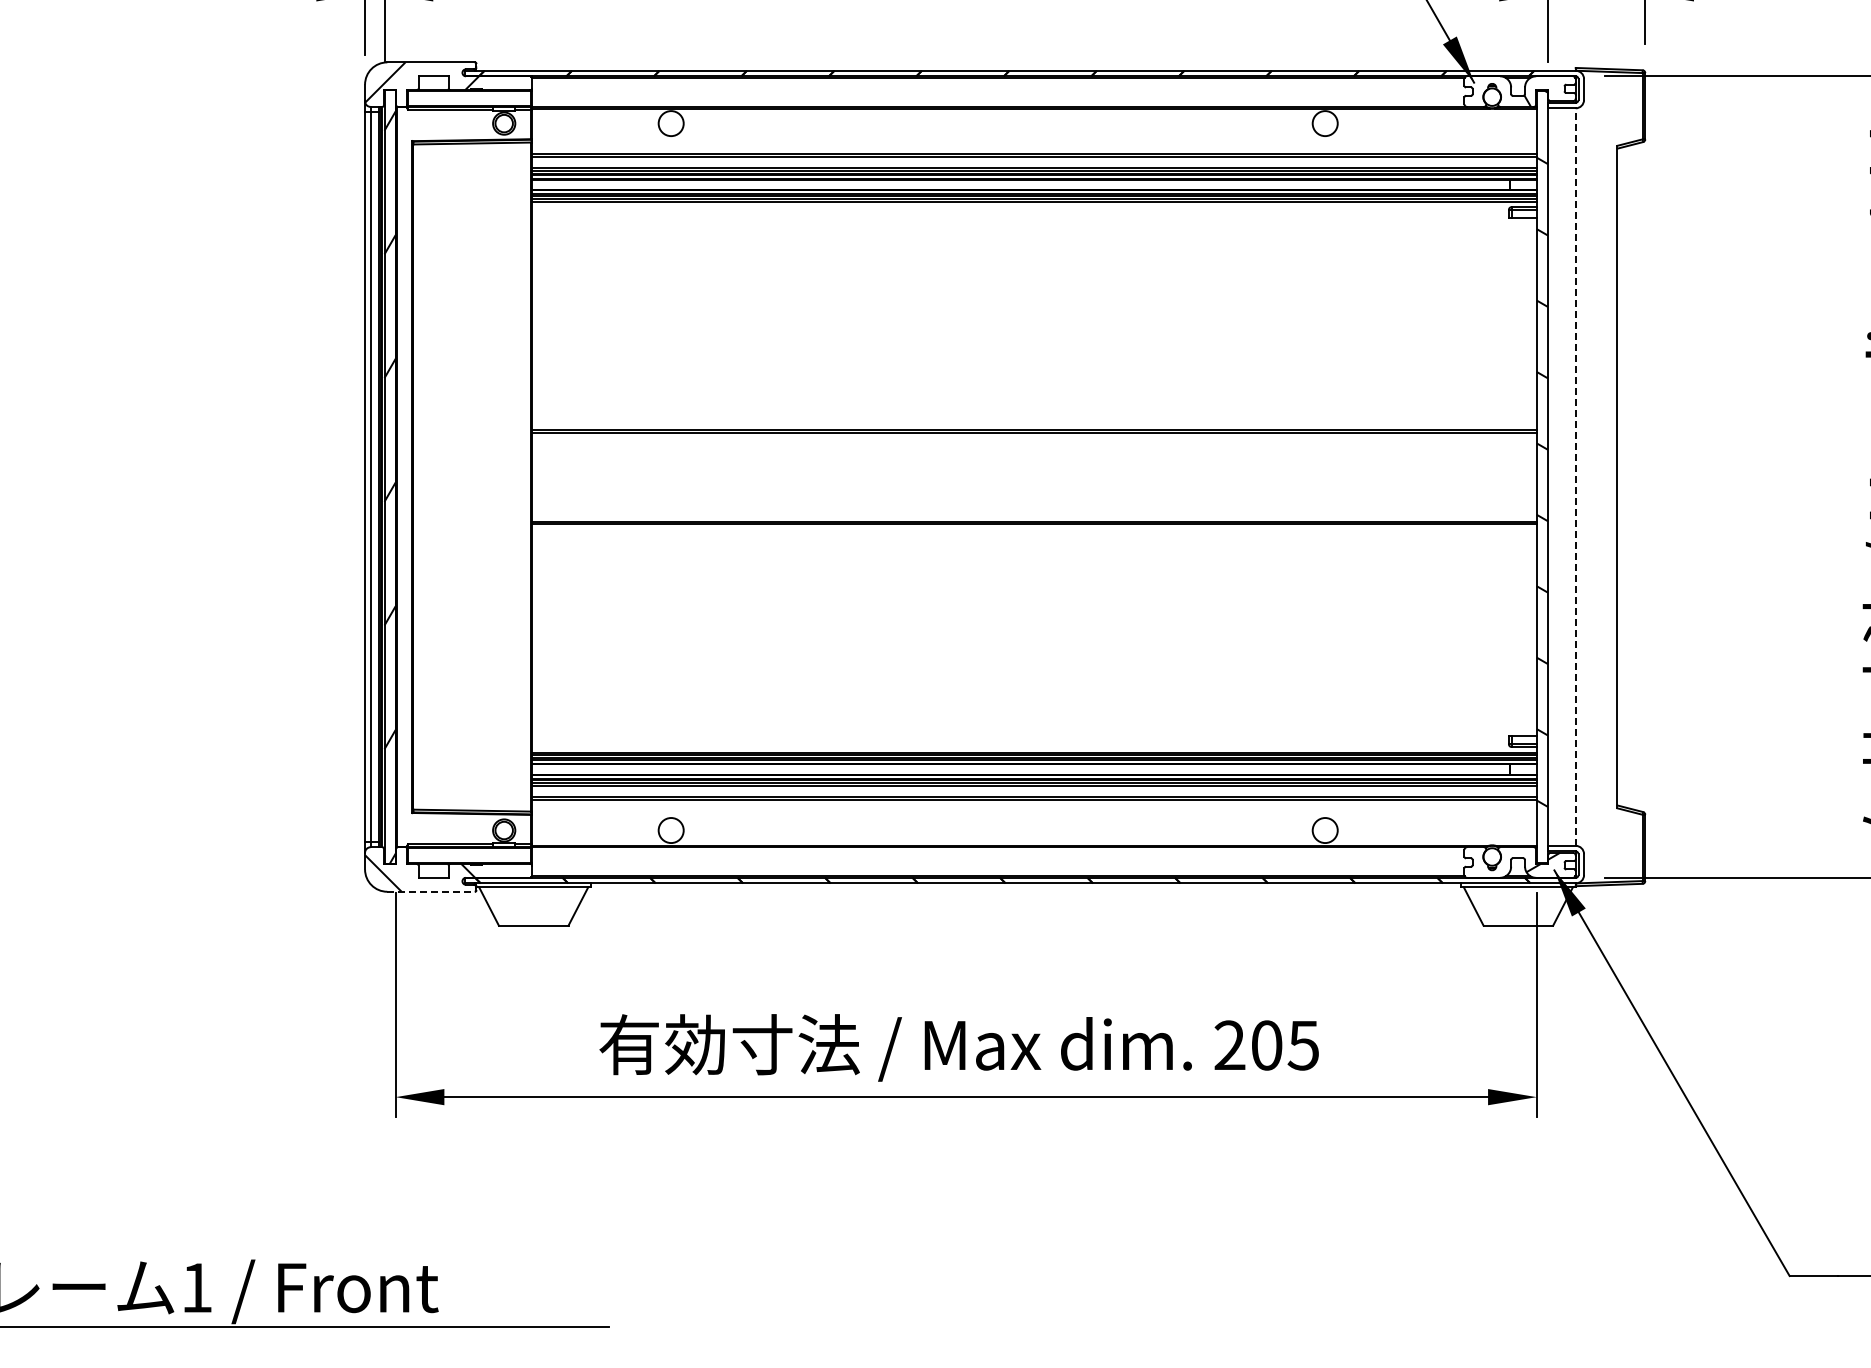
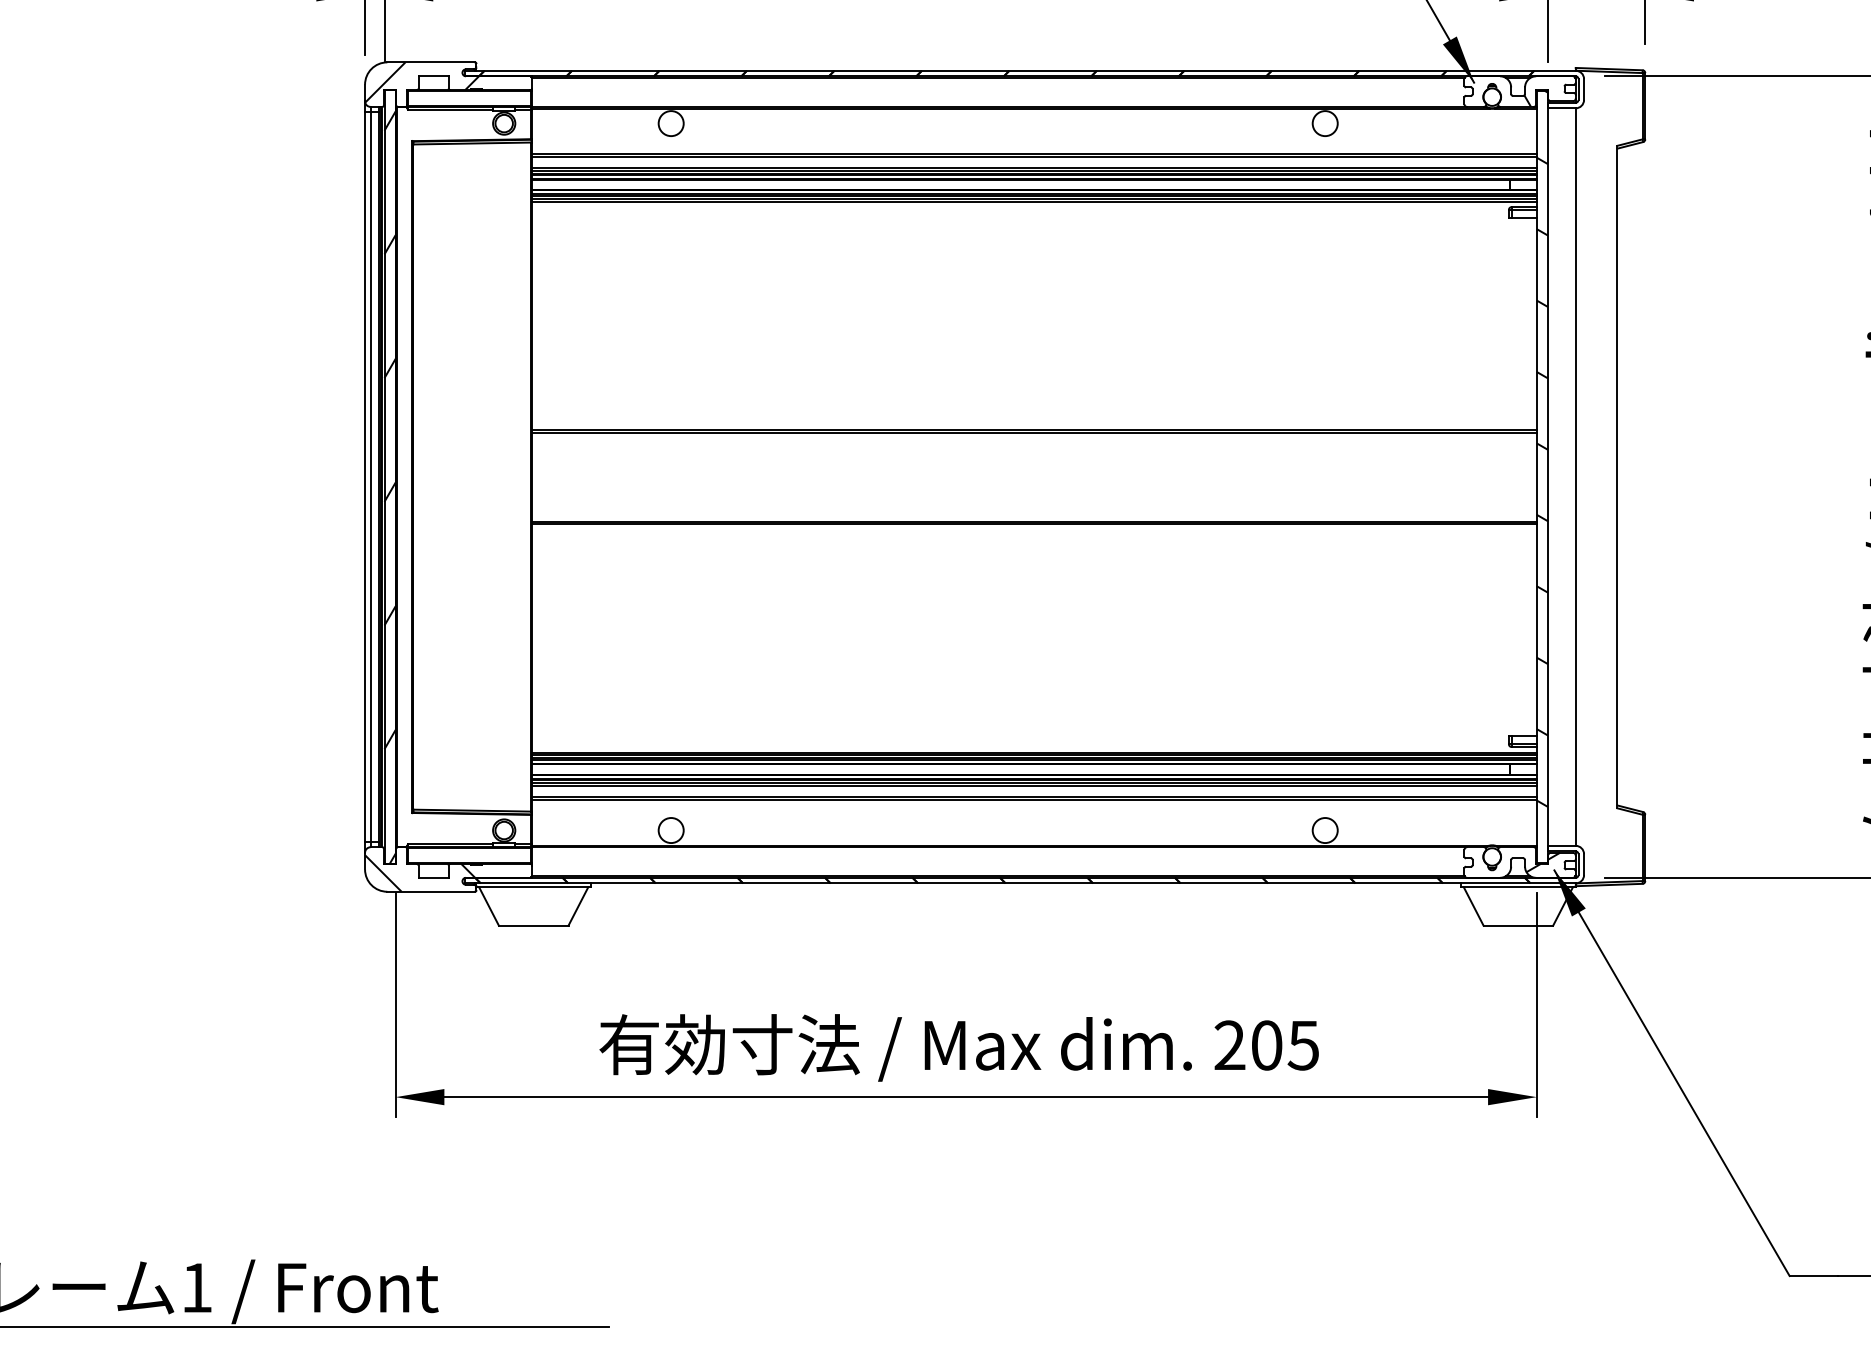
line at (1575, 477): dashed -> solid
line at (431, 891): dashed -> solid
